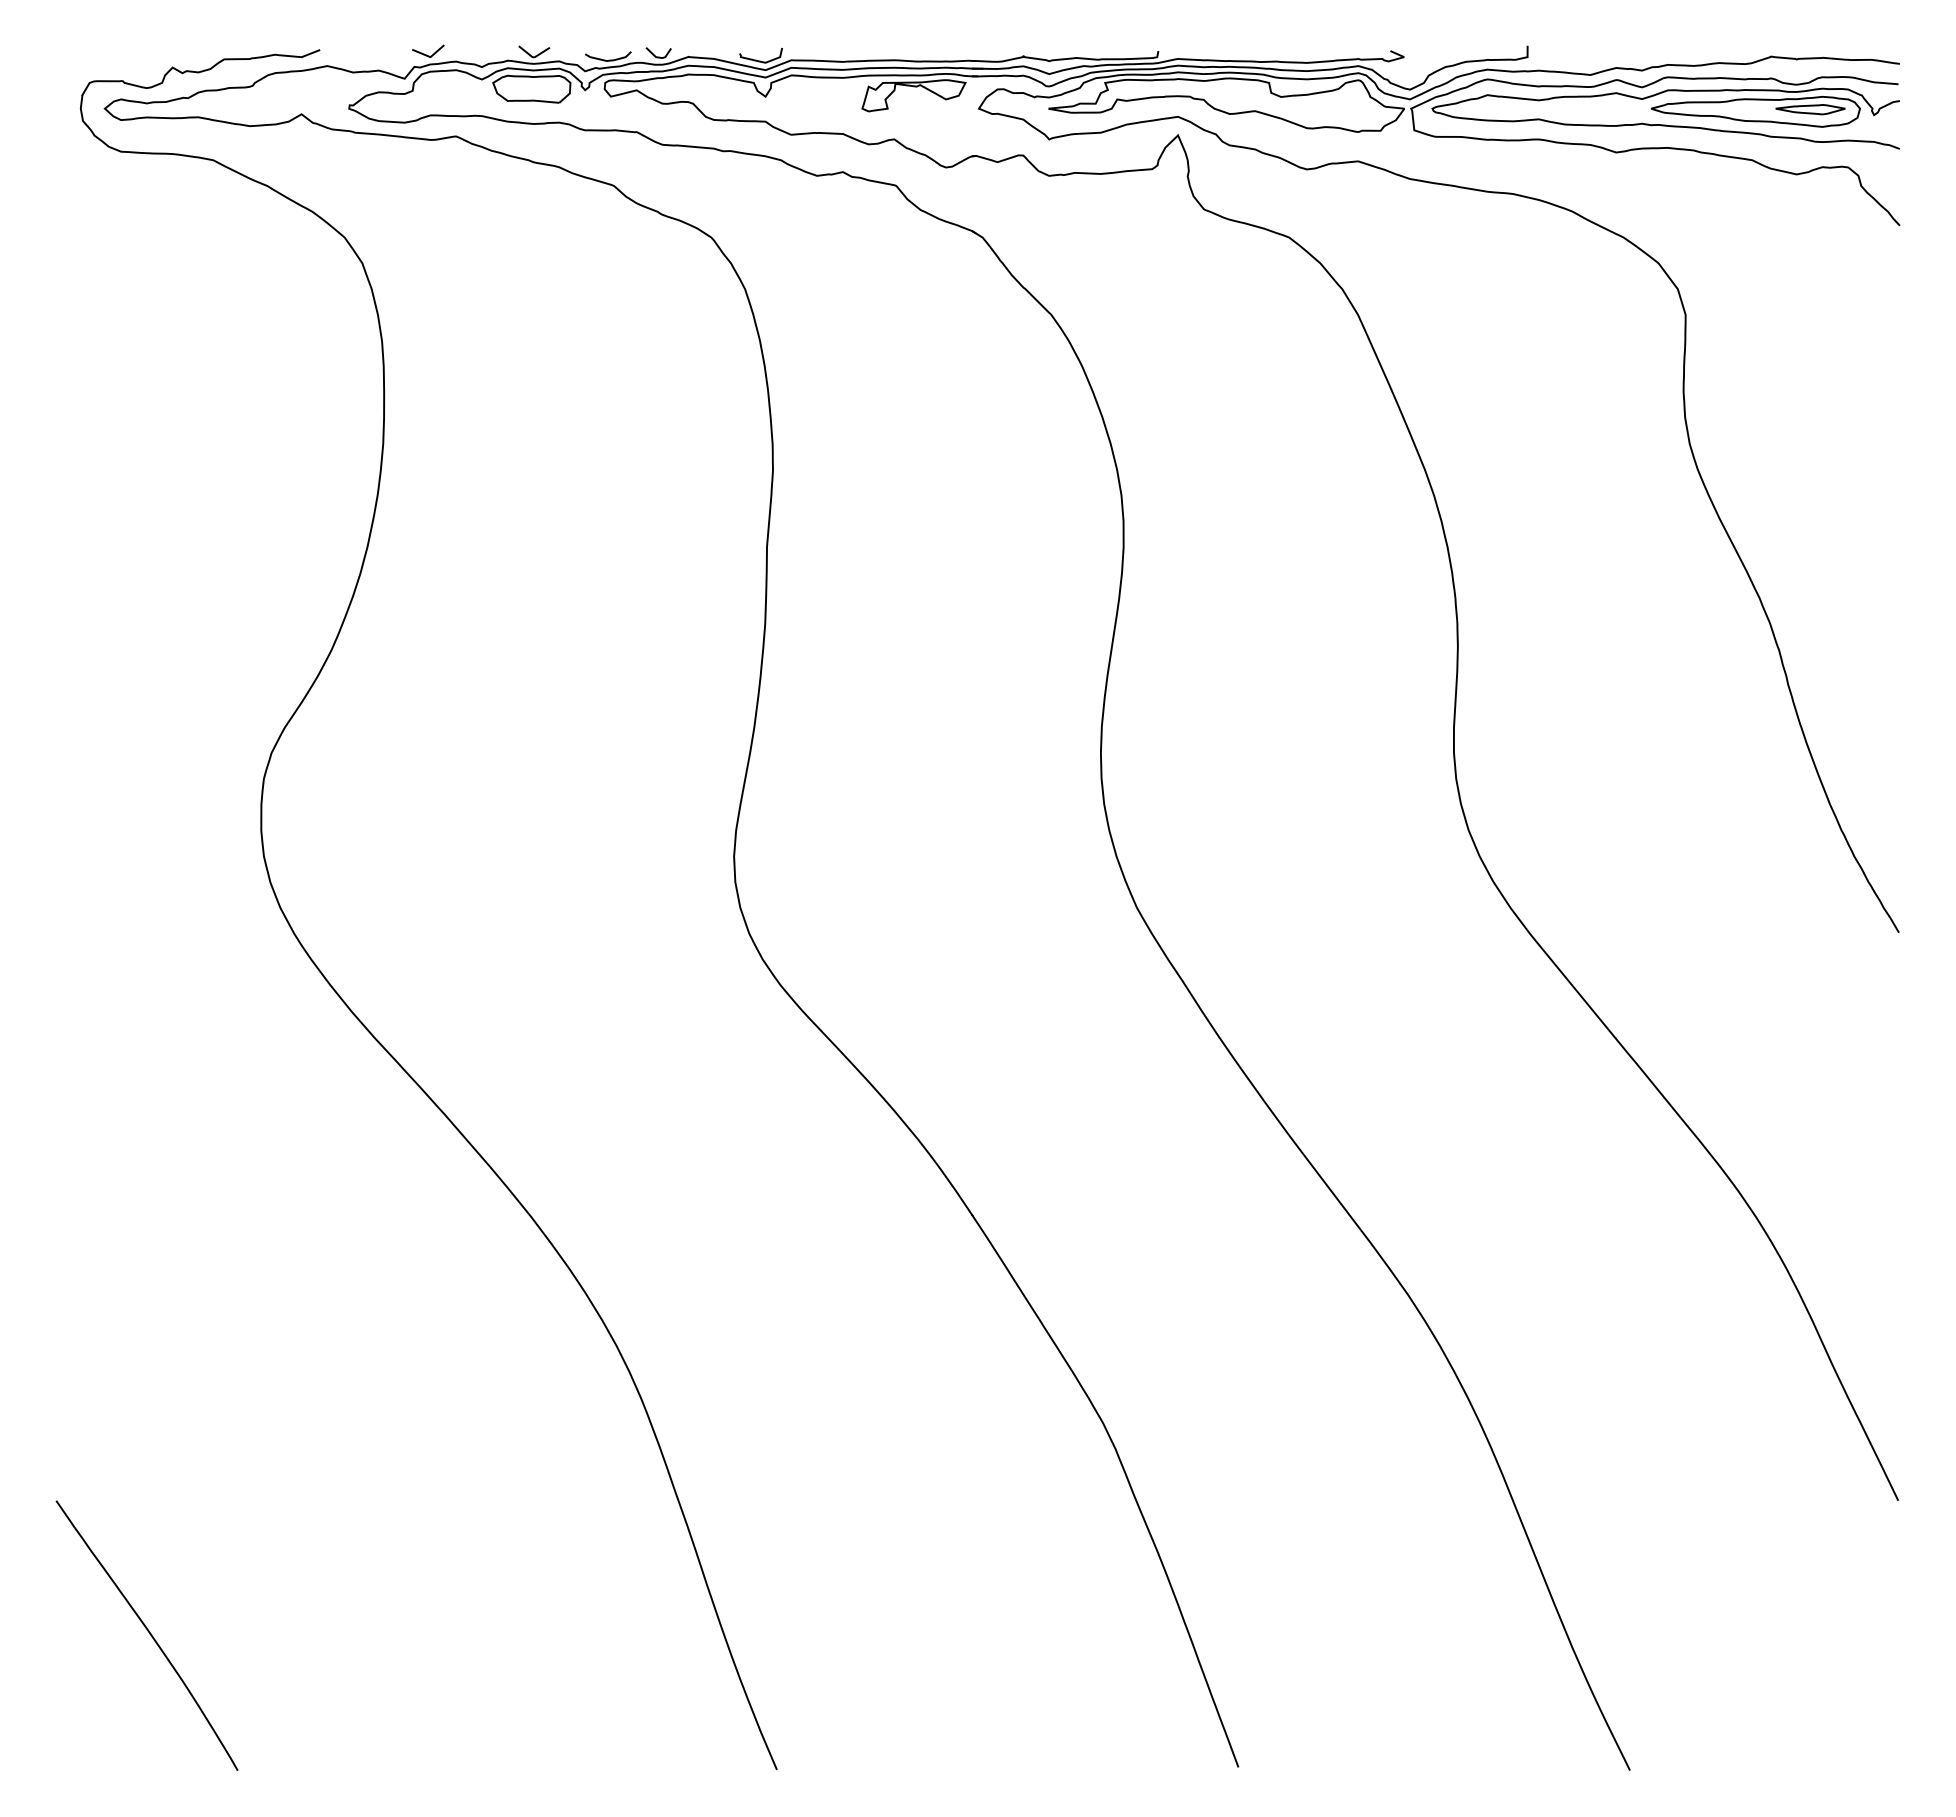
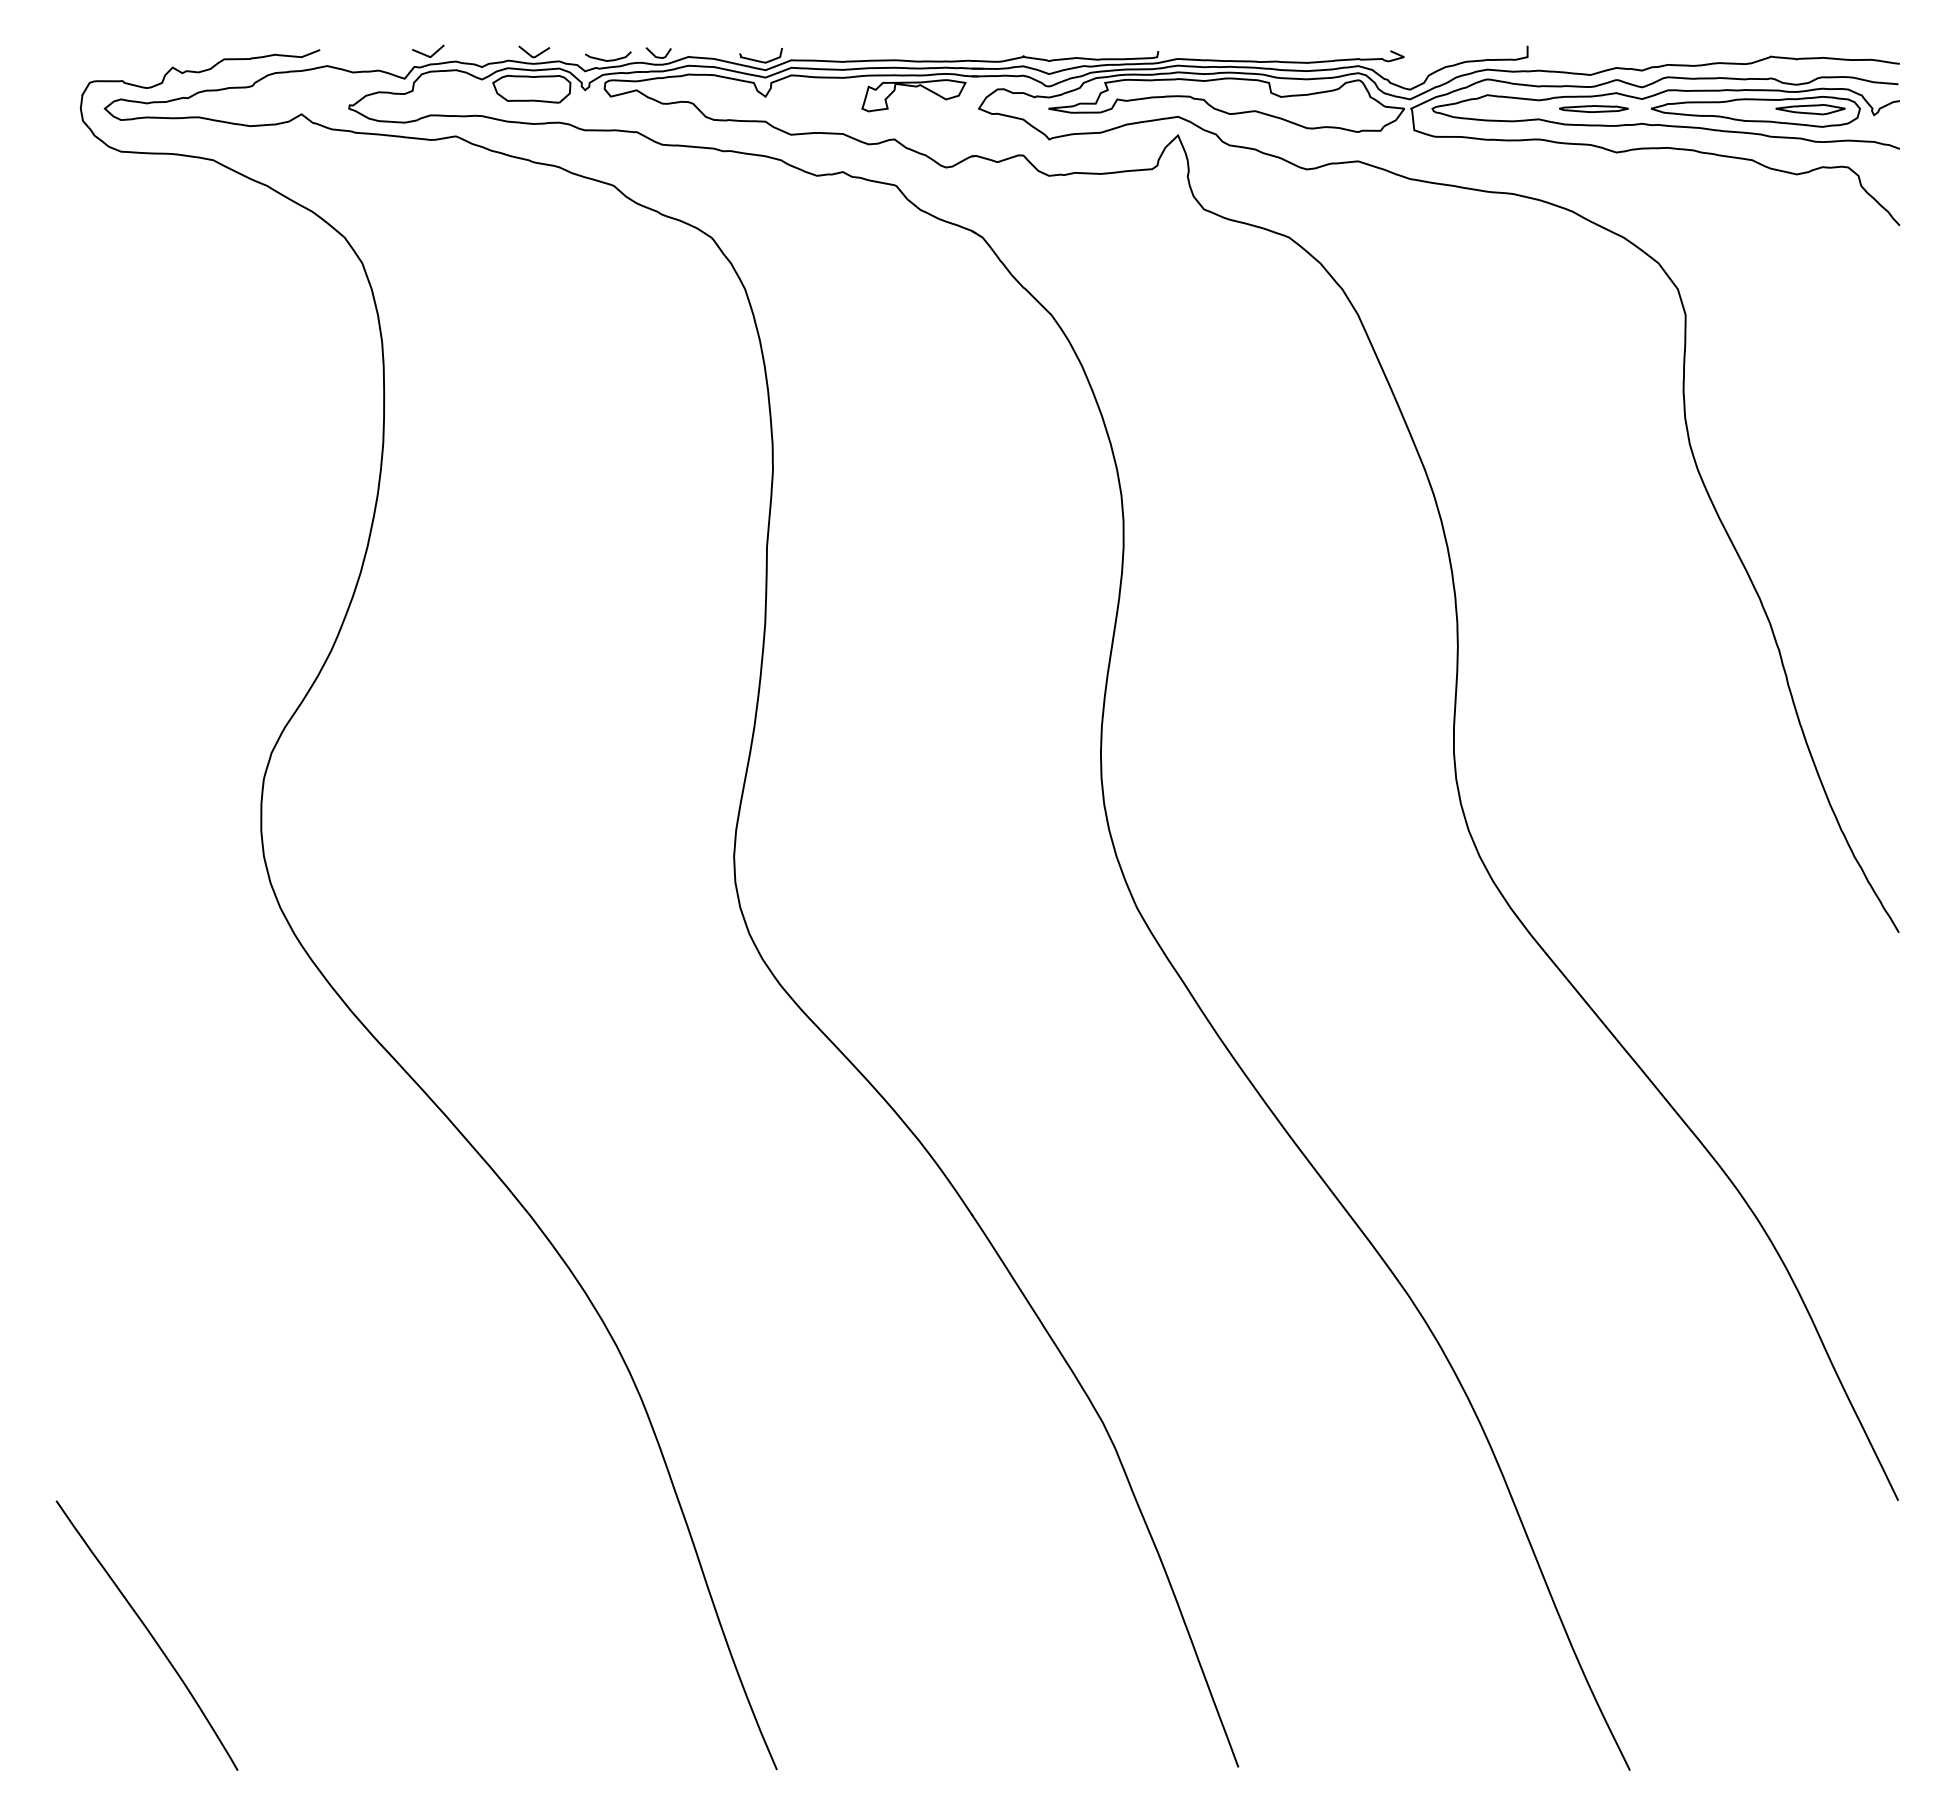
part at (1593, 108): none -> present
